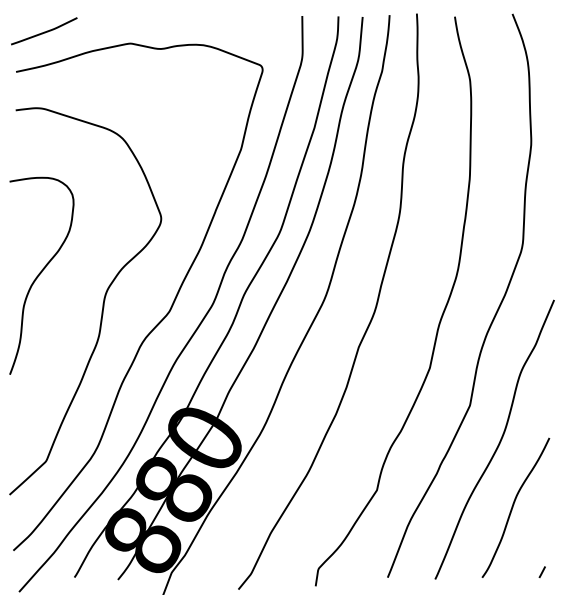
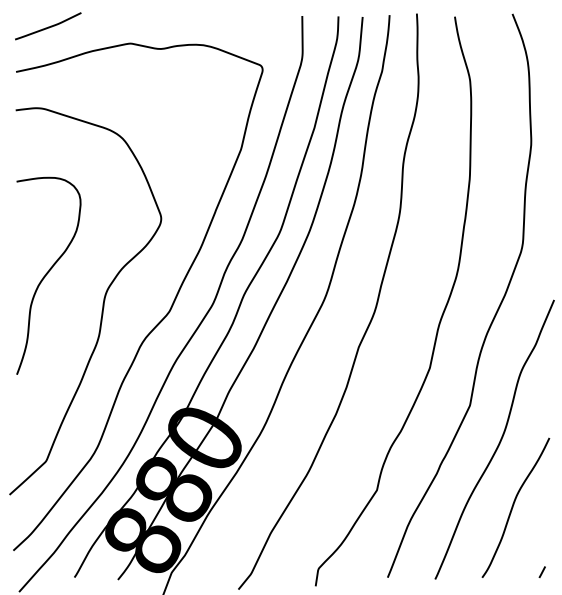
curve at (44, 31) position: (44, 31) -> (48, 26)
curve at (40, 274) position: (40, 274) -> (47, 274)
